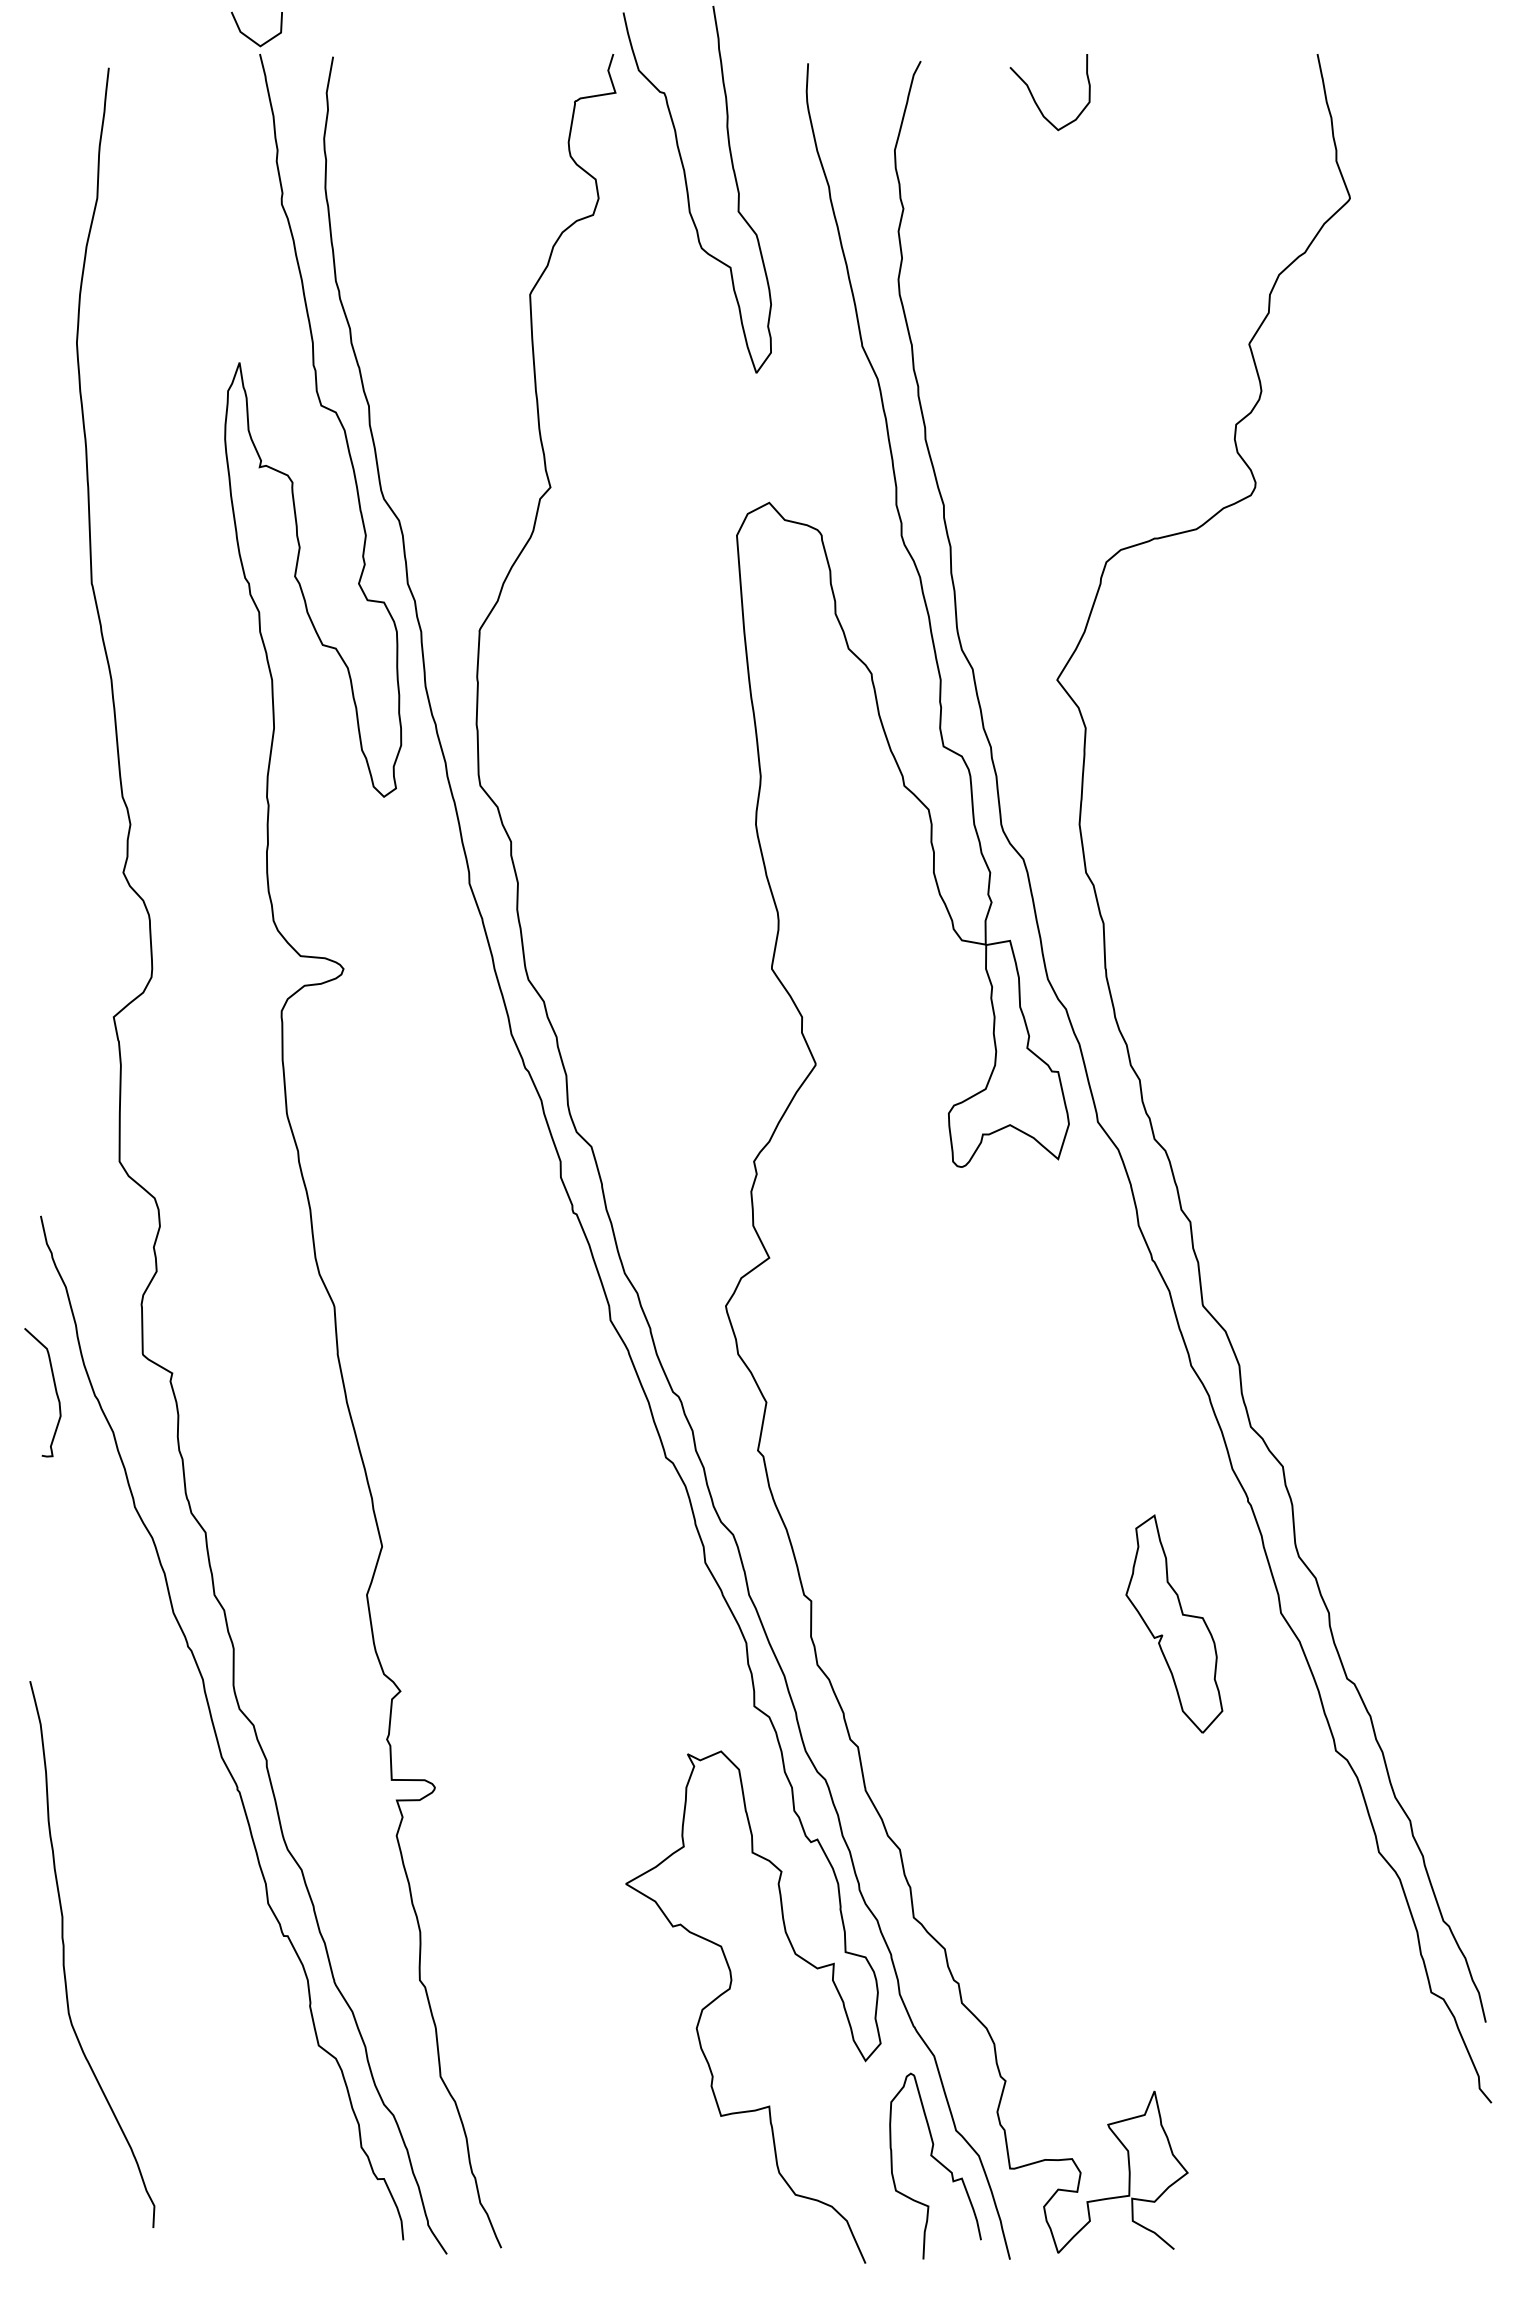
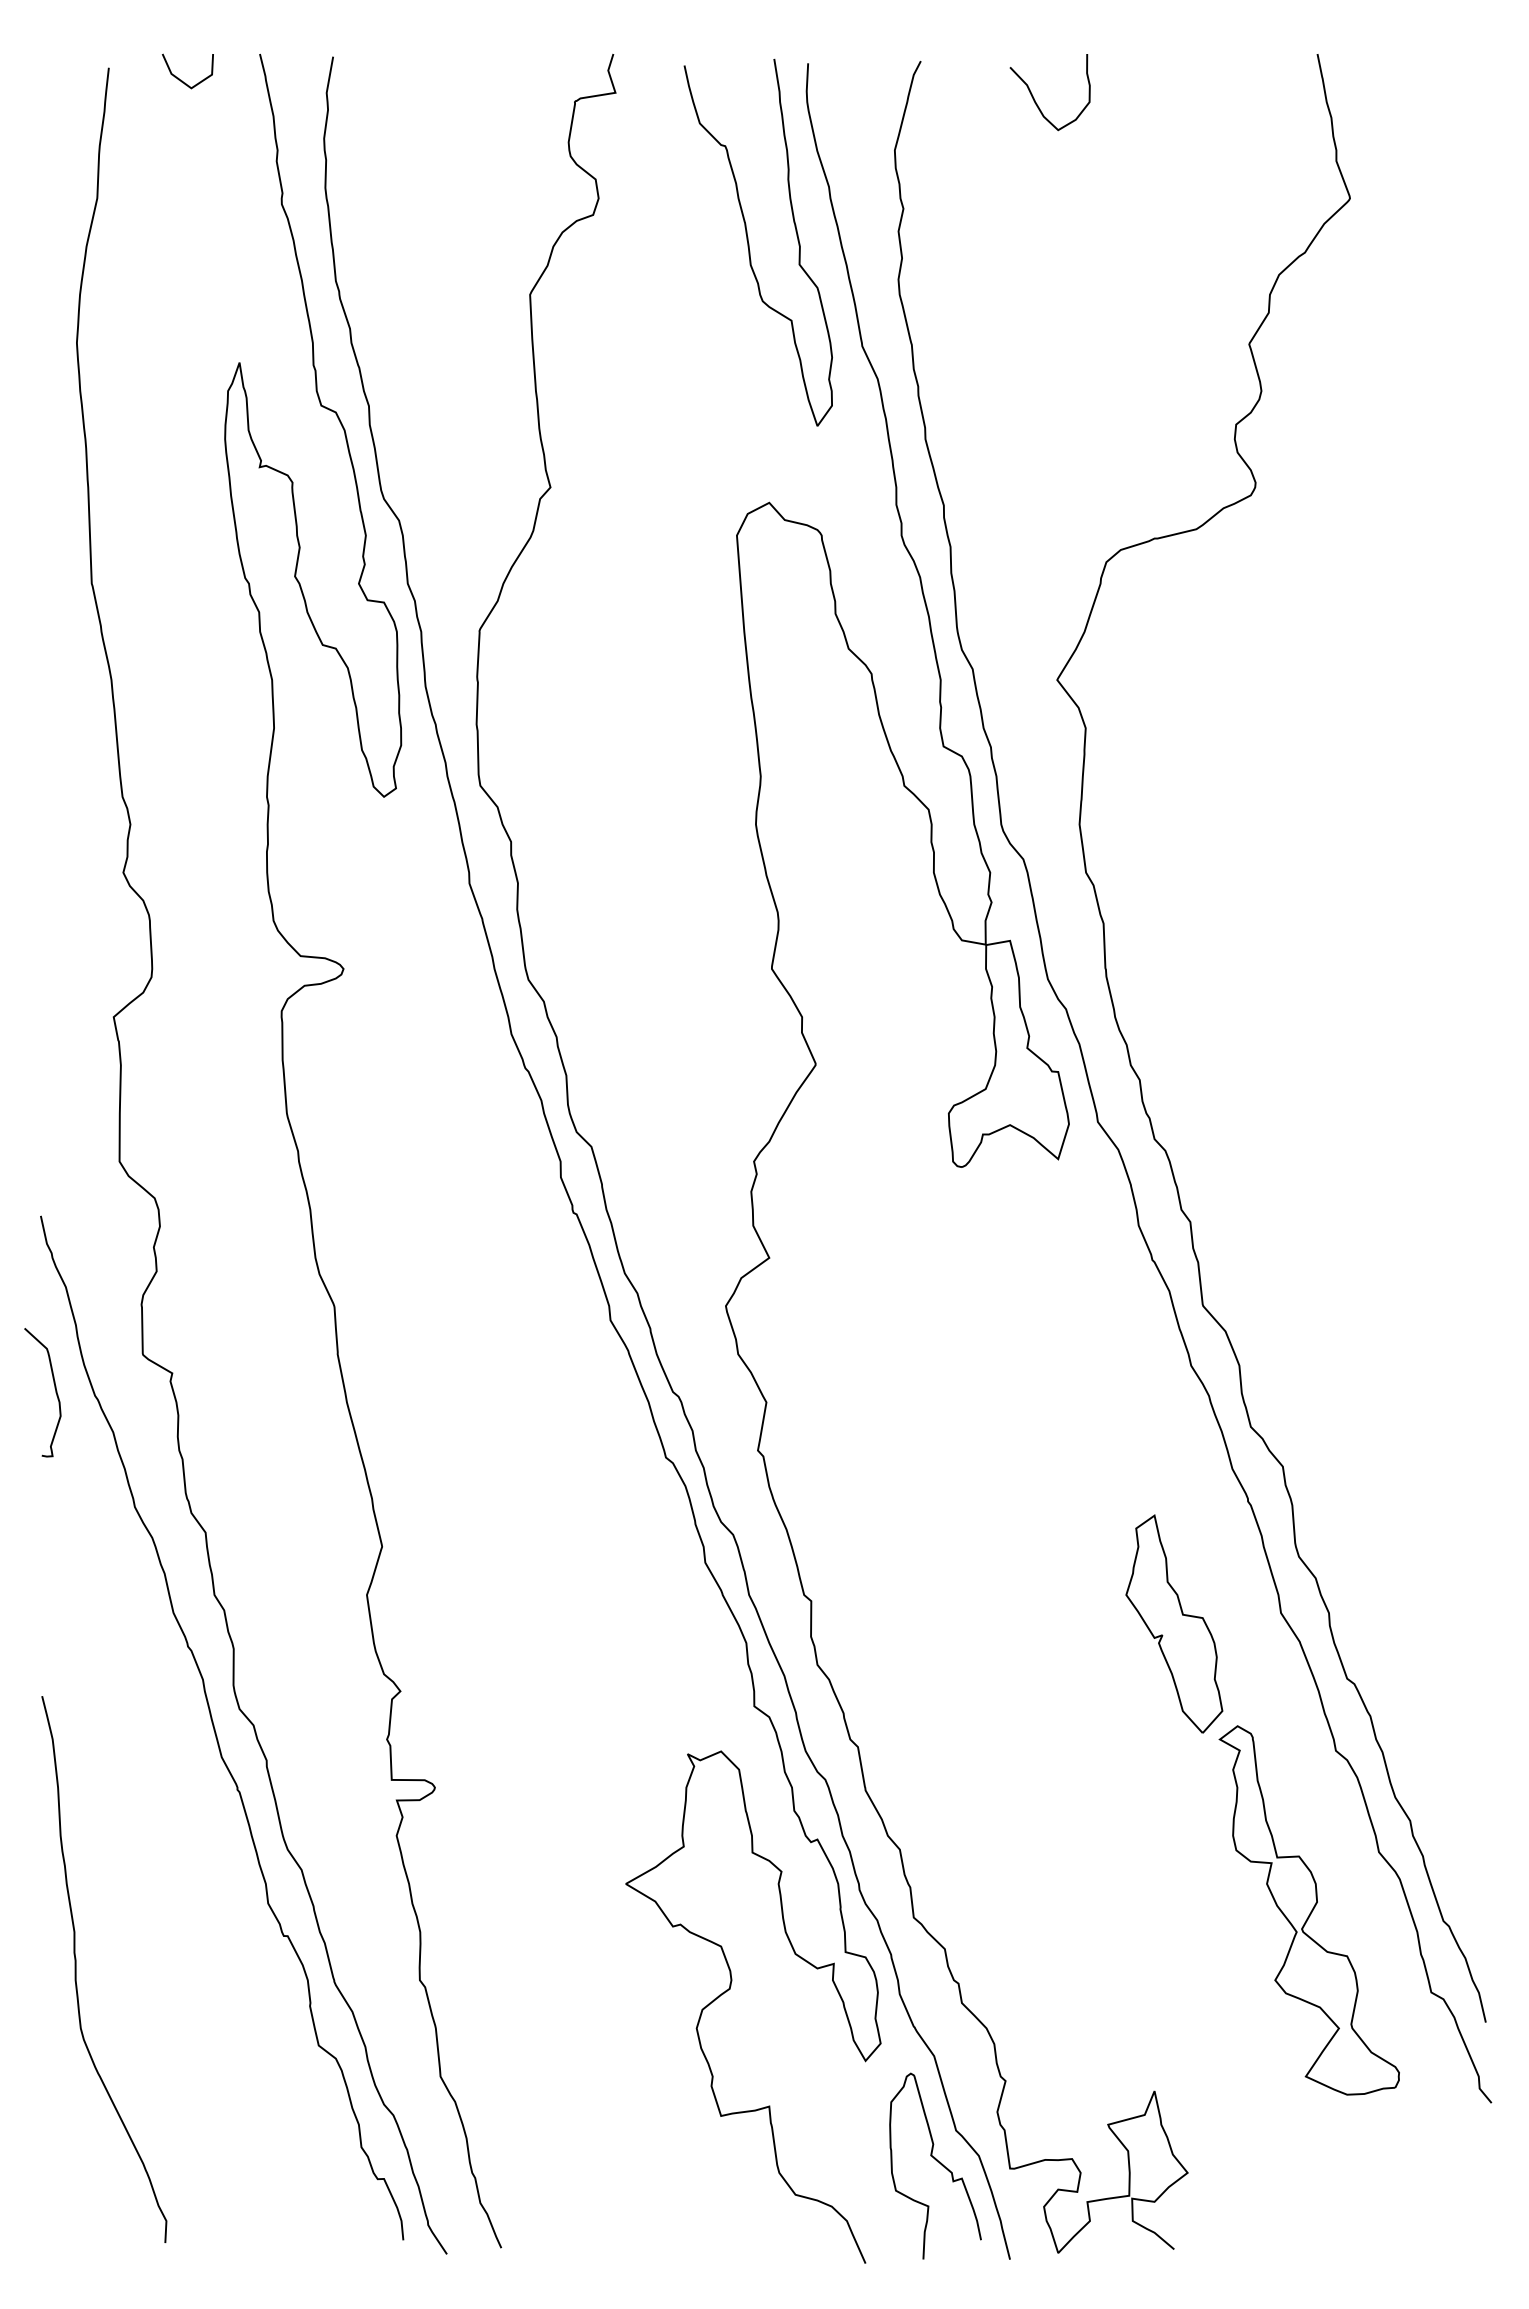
line at (251, 38) position: (251, 38) -> (182, 80)
curve at (688, 190) position: (688, 190) -> (749, 243)
part at (1308, 1910): none -> present
curve at (64, 1954) position: (64, 1954) -> (76, 1969)
